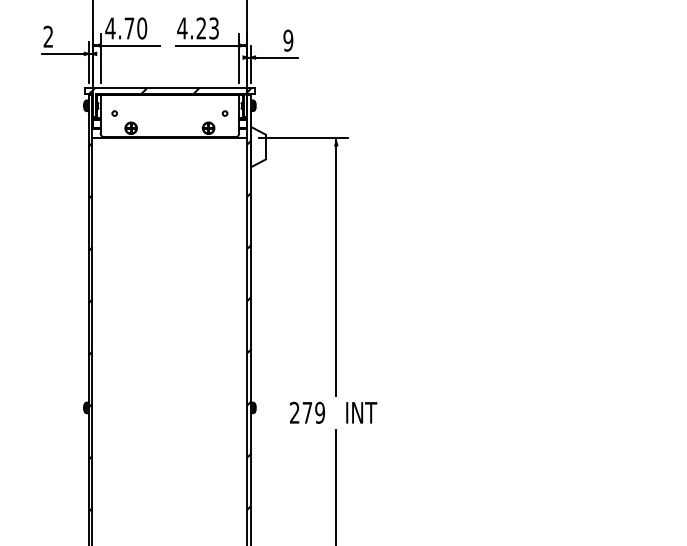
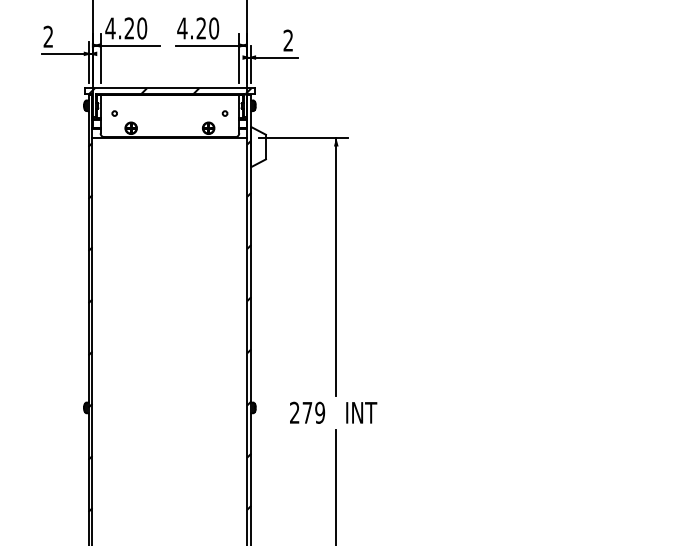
text at (129, 28): 4.70 -> 4.20
text at (214, 28): 4.23 -> 4.20
text at (288, 40): 9 -> 2
